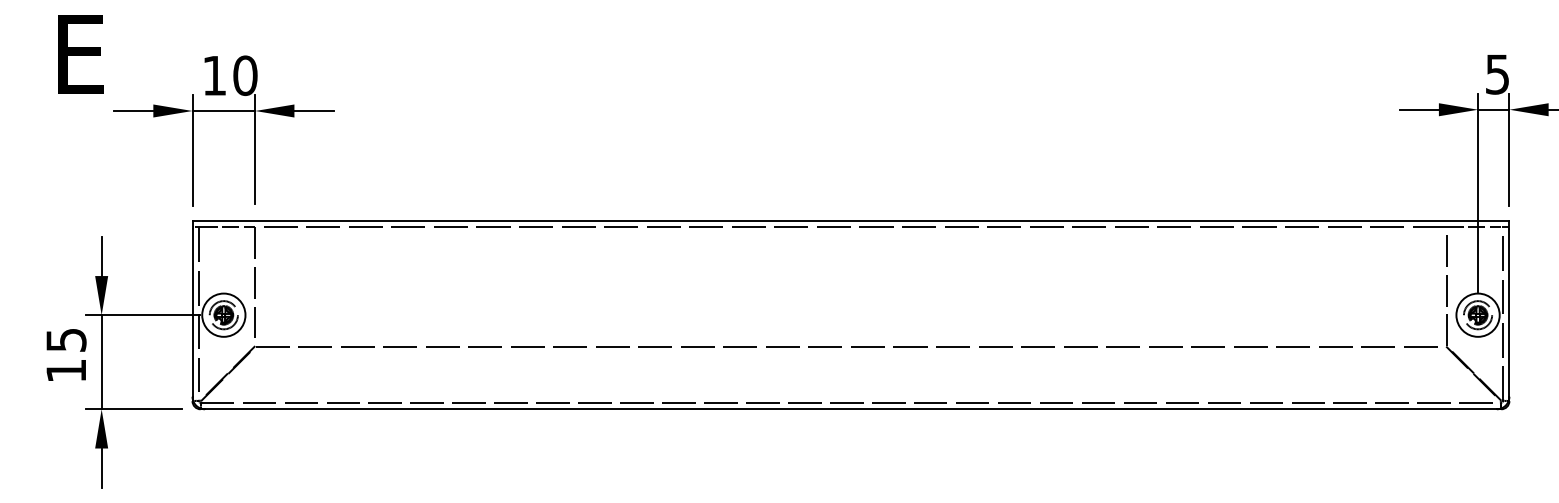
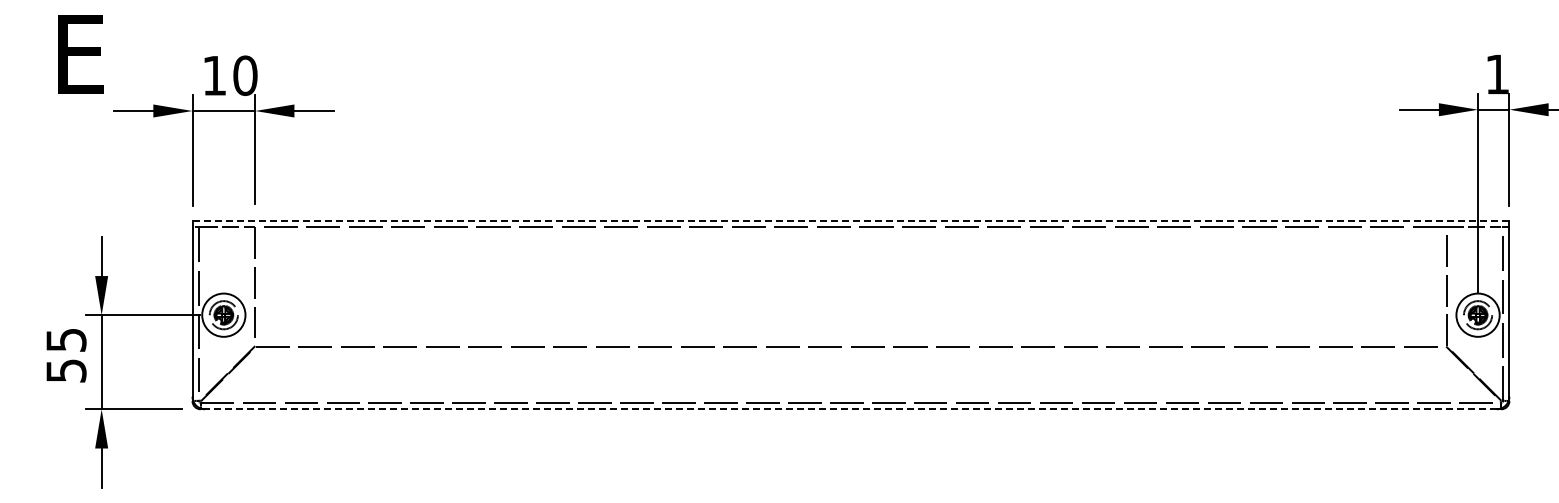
text at (1497, 74): 5 -> 1
line at (851, 221): solid -> dashed
text at (66, 370): 15 -> 55
line at (850, 409): solid -> dashed
